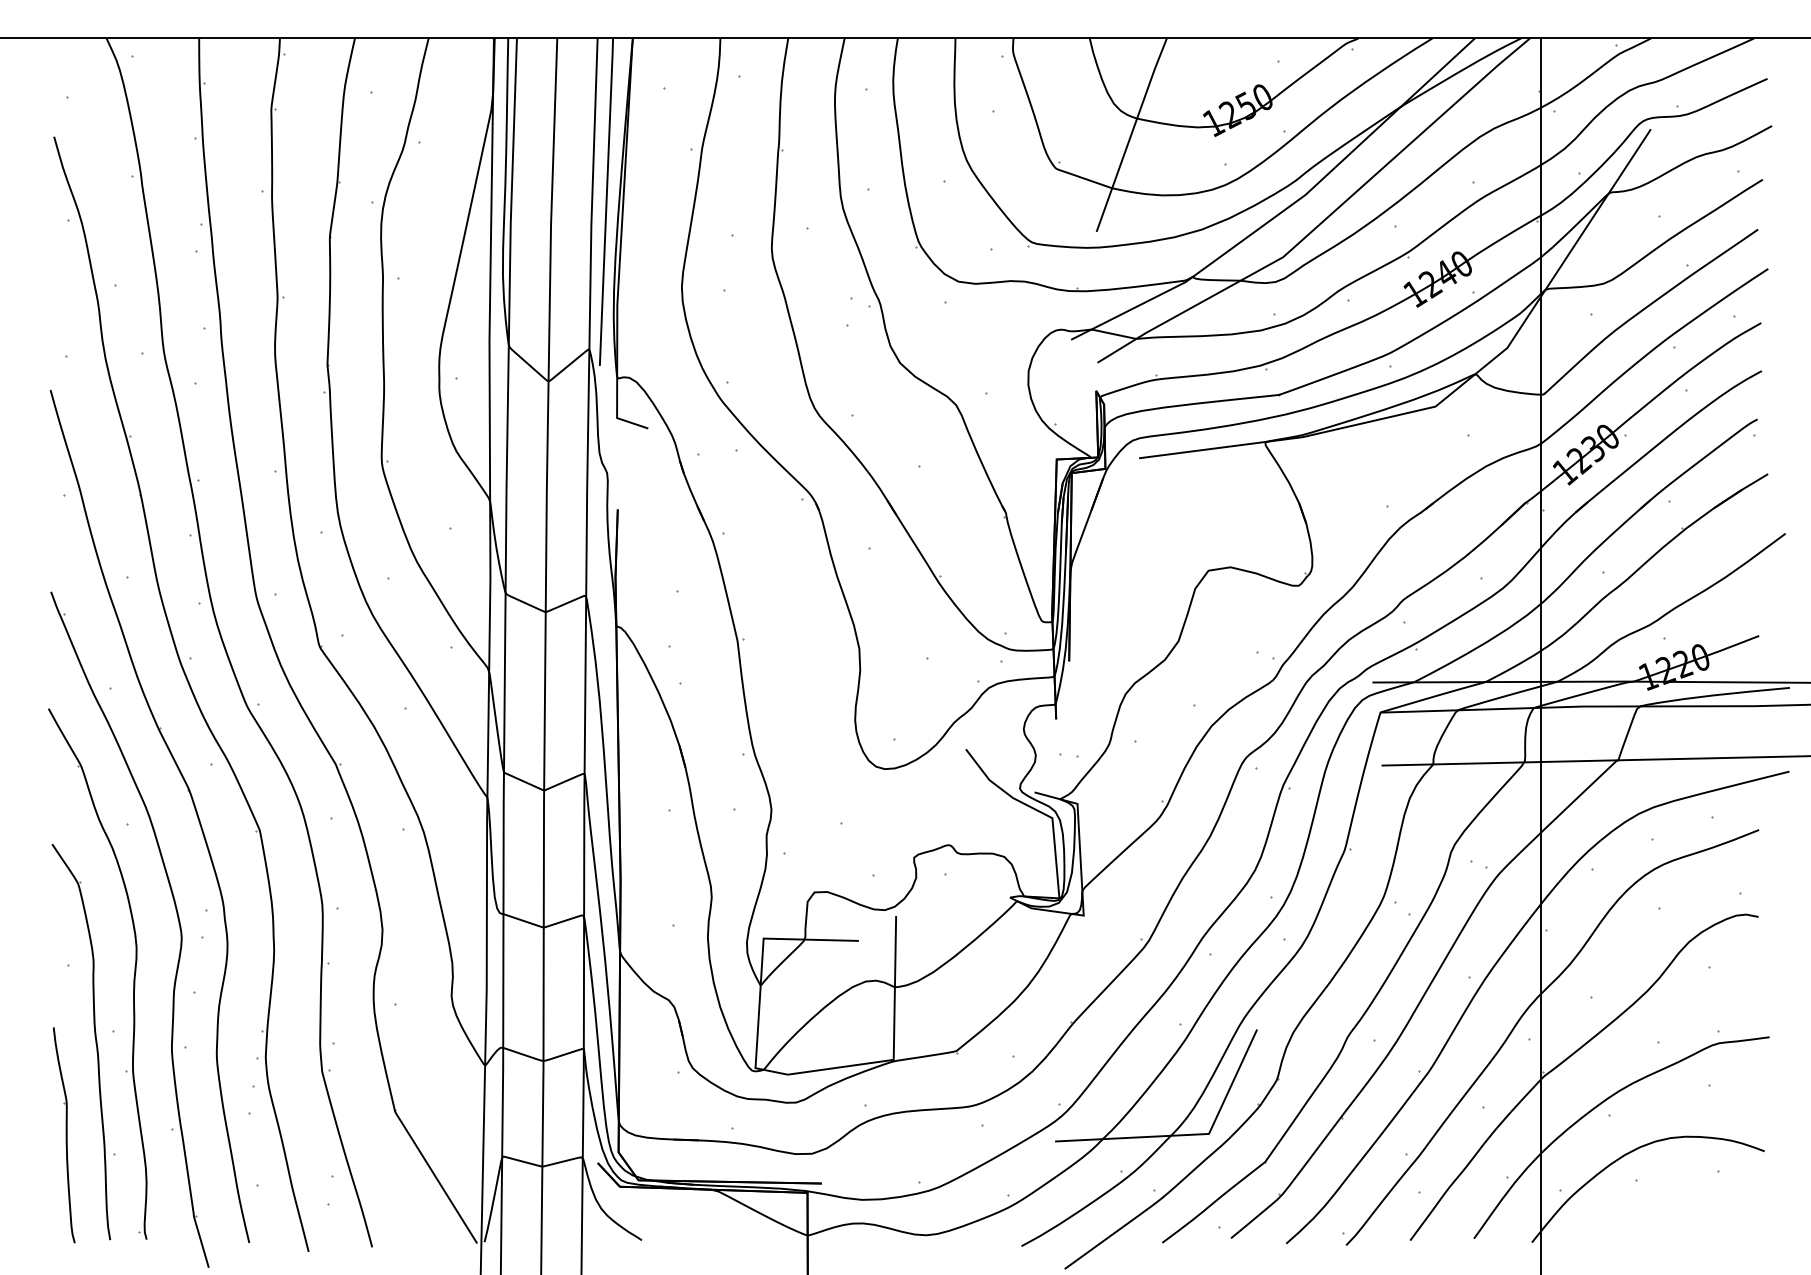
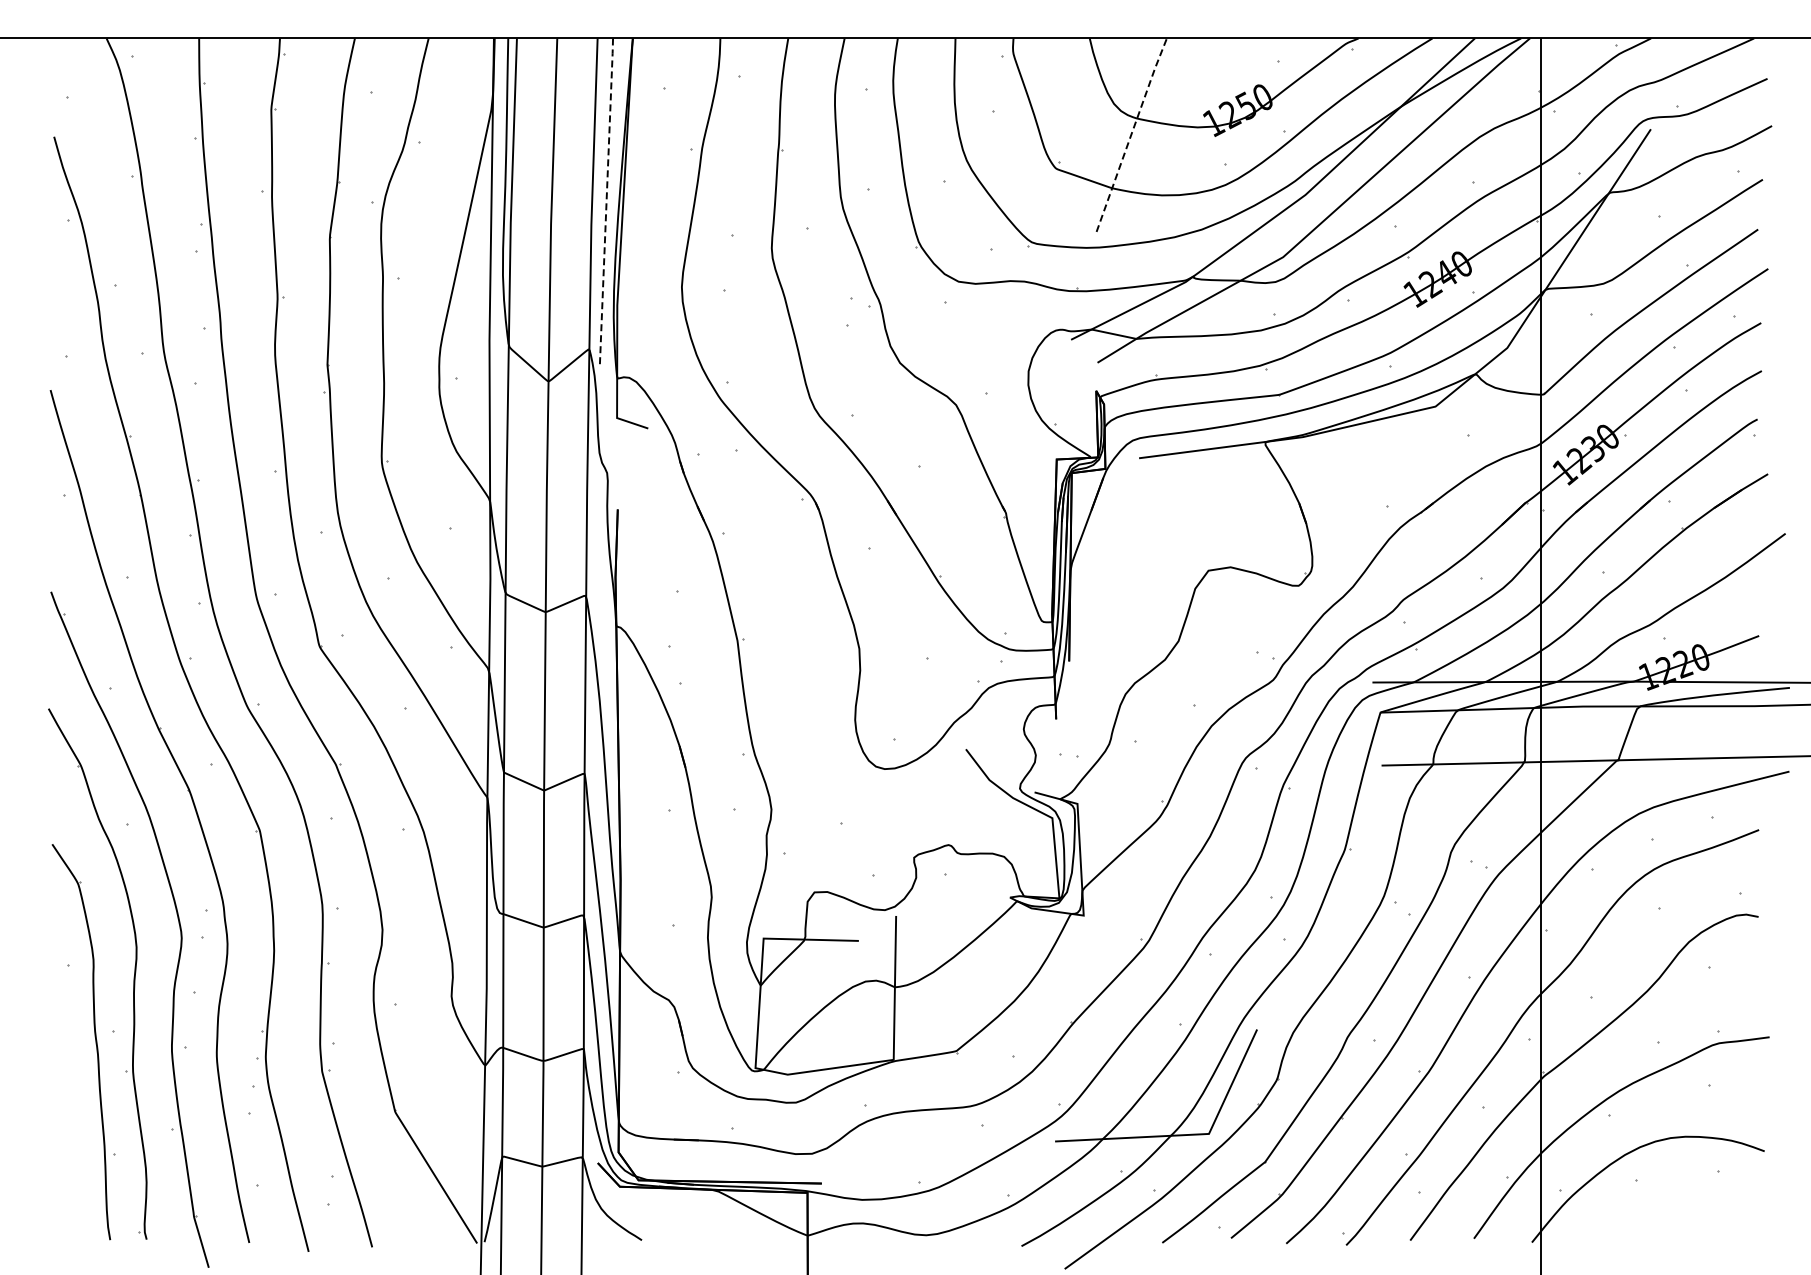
line at (1131, 134): solid -> dashed
line at (606, 201): solid -> dashed
part at (64, 1135): present -> none
